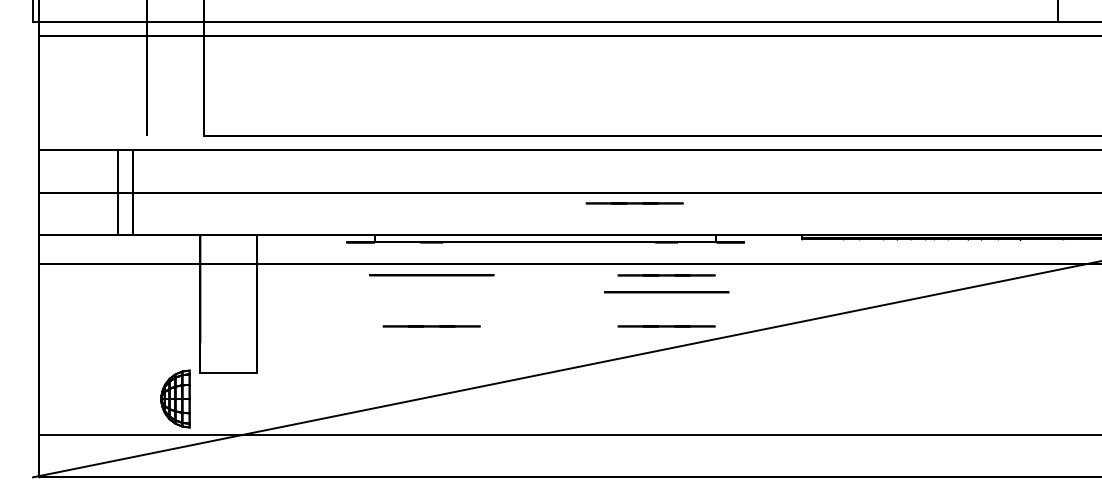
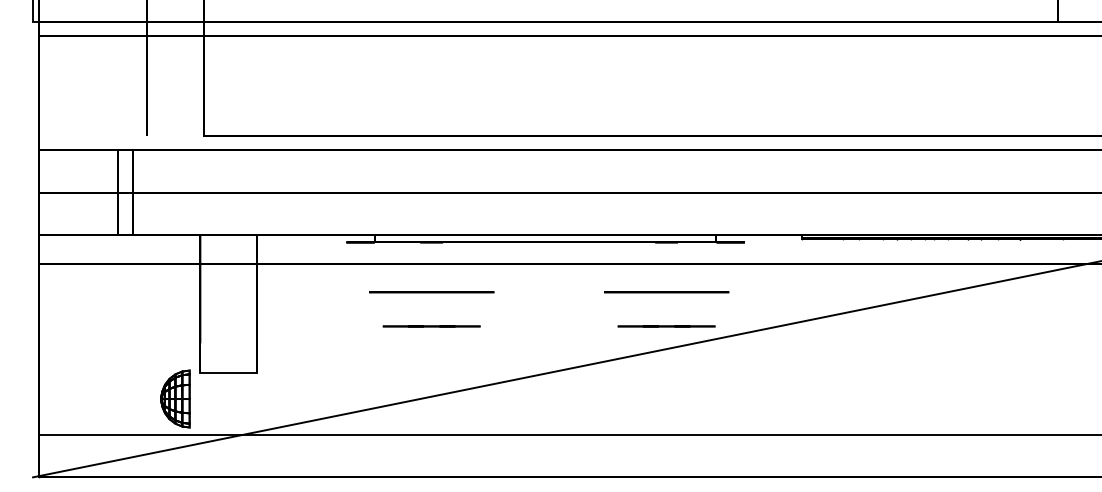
line at (634, 203): present -> none
circle at (431, 275) position: (431, 275) -> (431, 292)
line at (666, 275): present -> none
